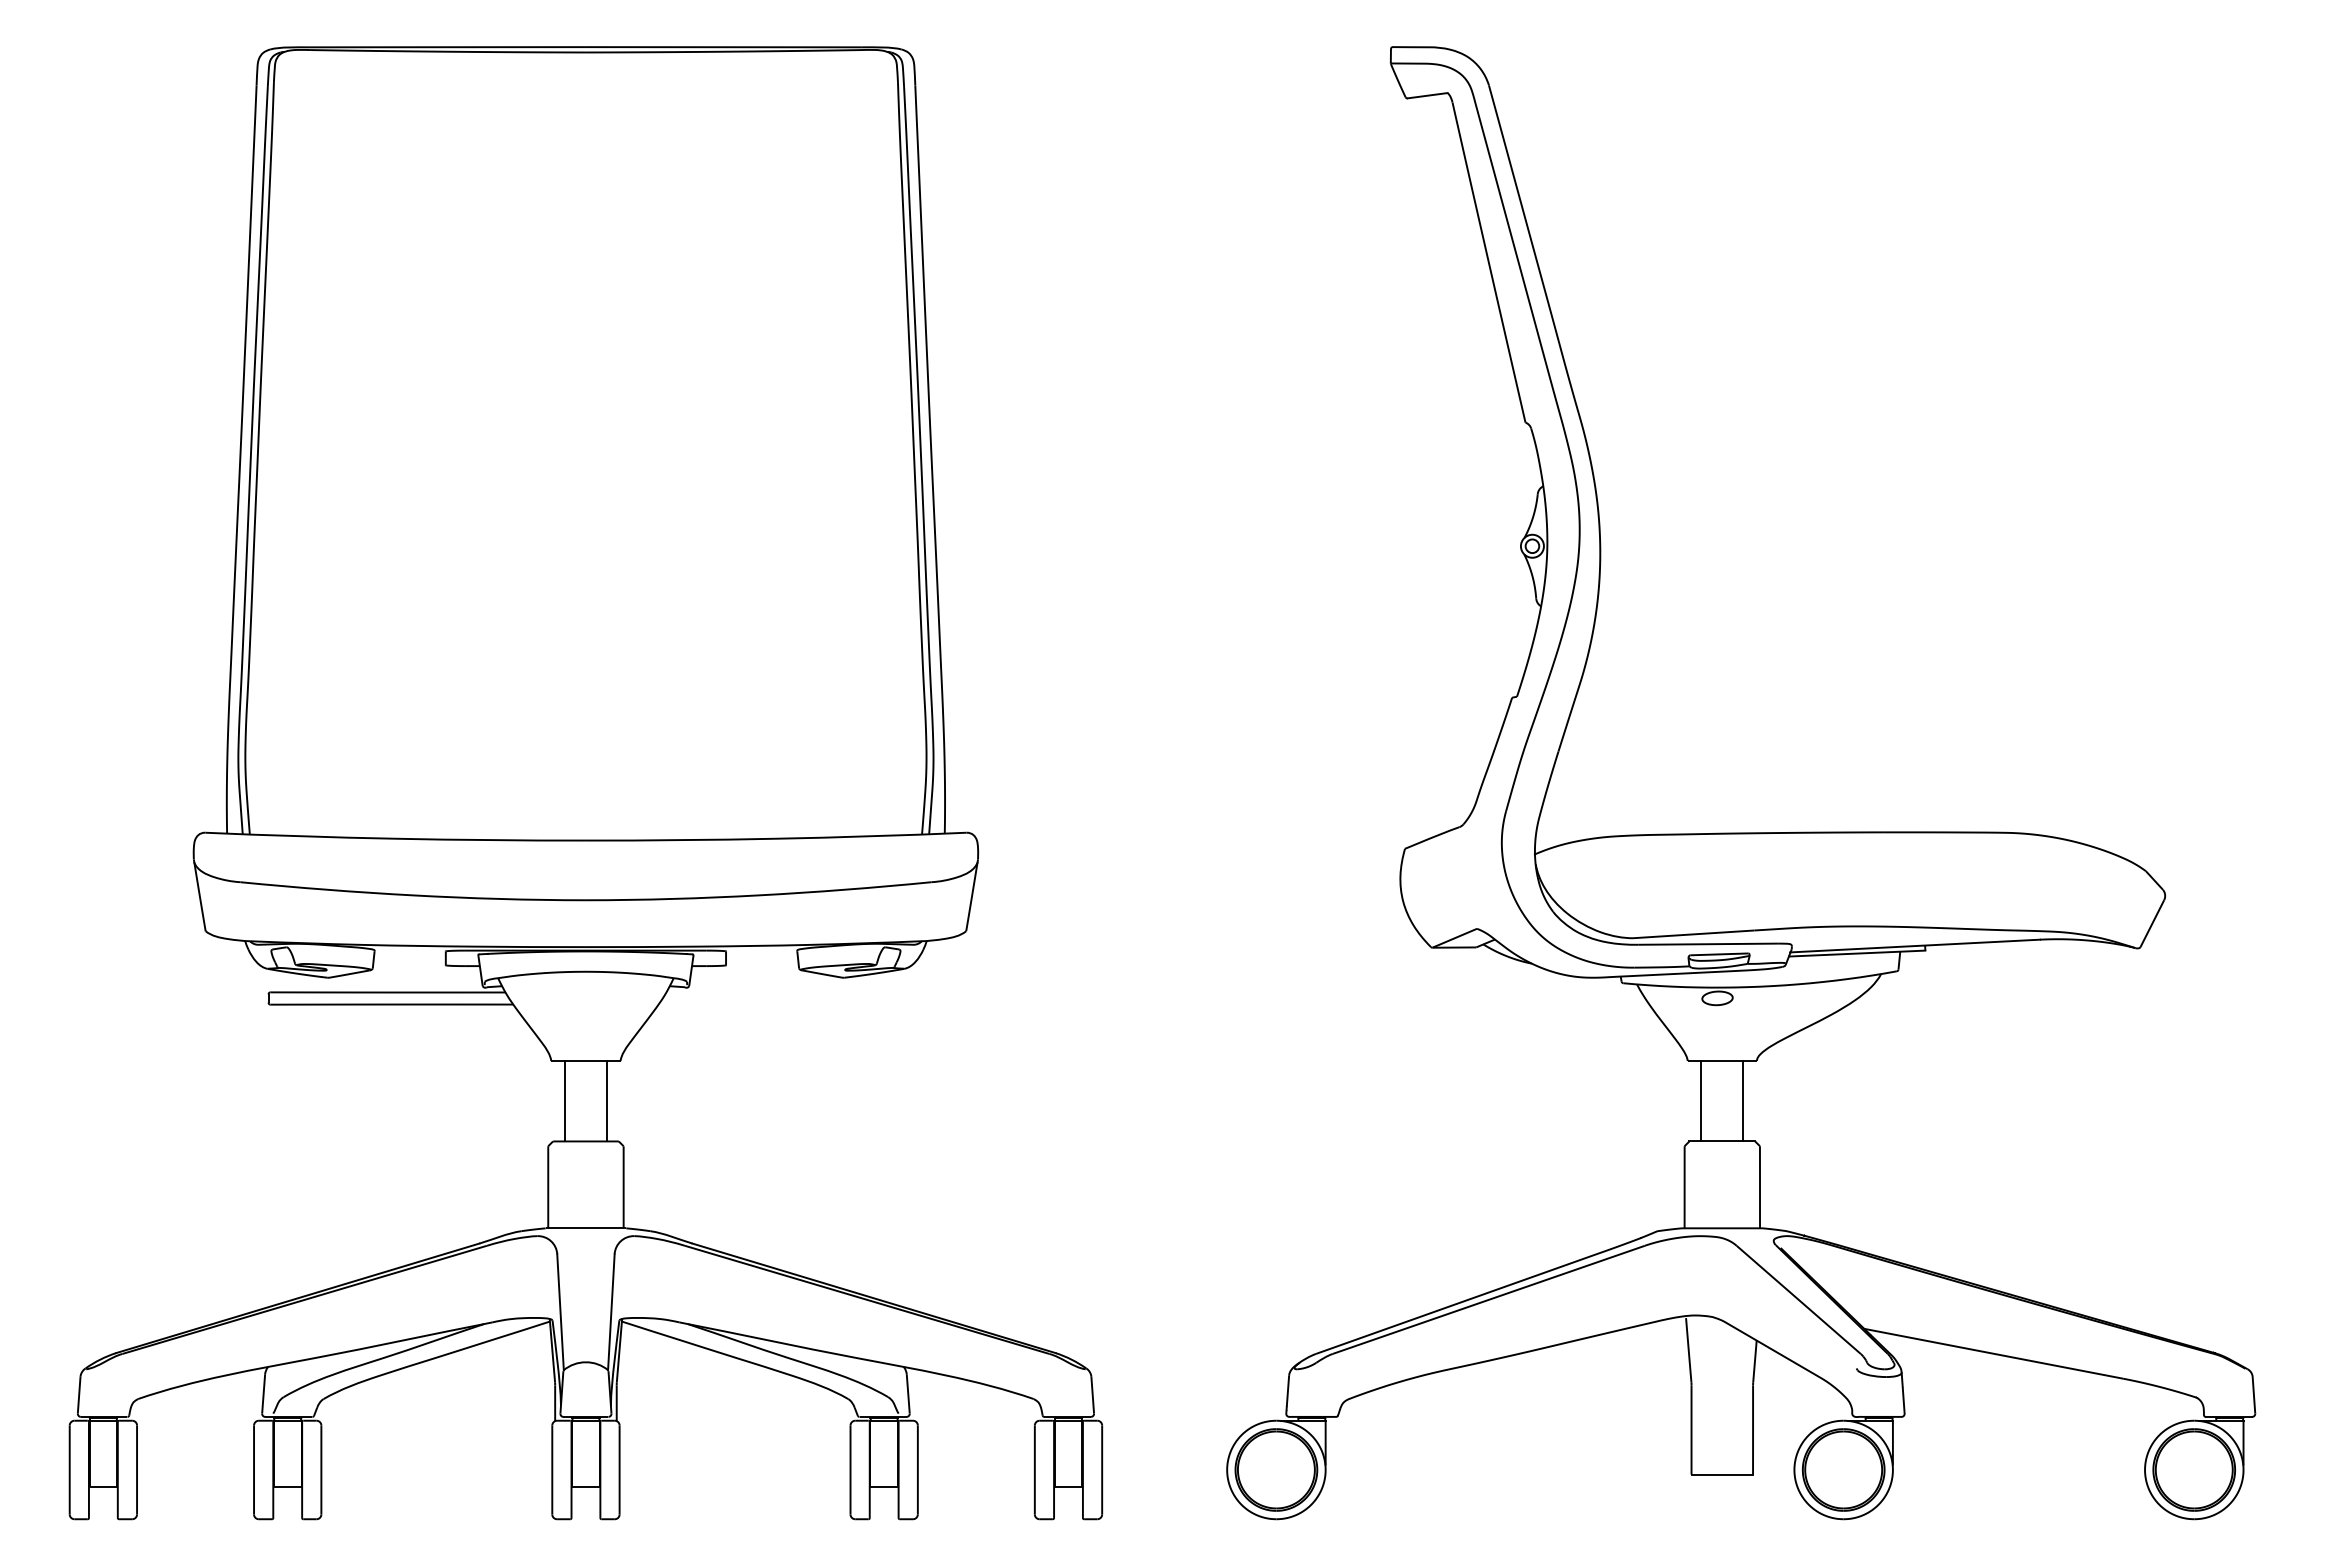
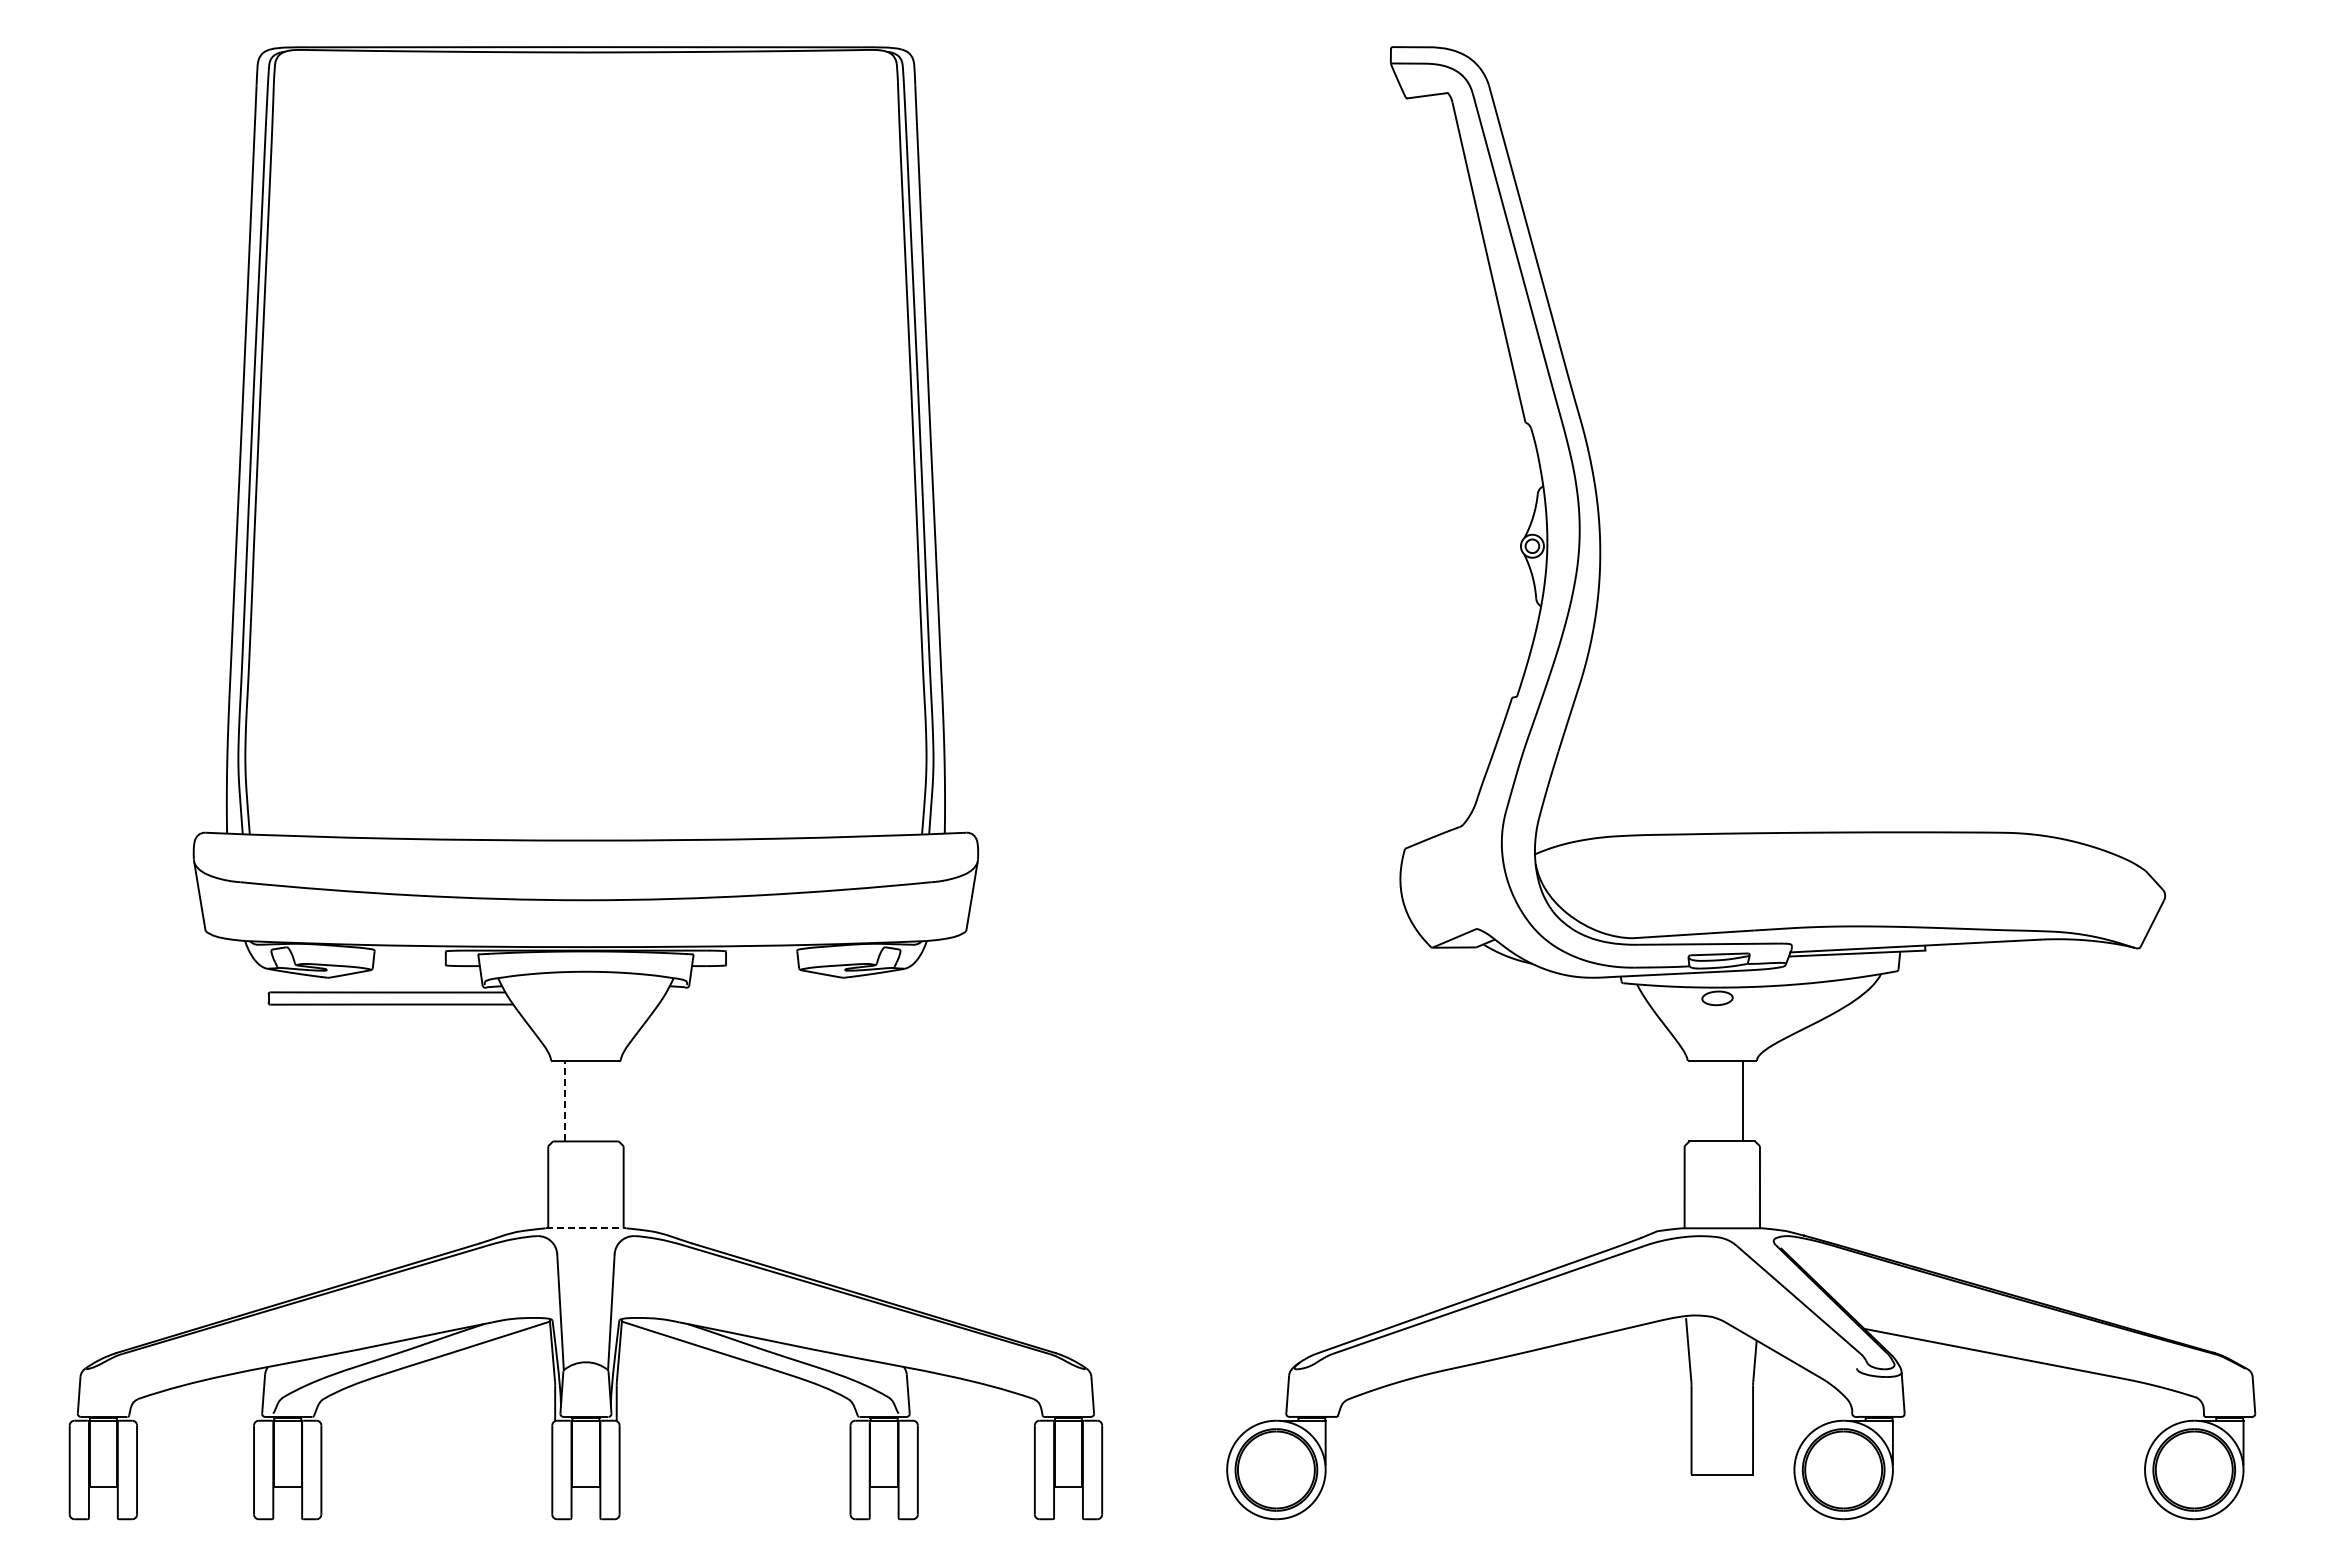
line at (564, 1100): solid -> dashed
line at (607, 1101): present -> none
line at (1701, 1101): present -> none
line at (586, 1228): solid -> dashed
